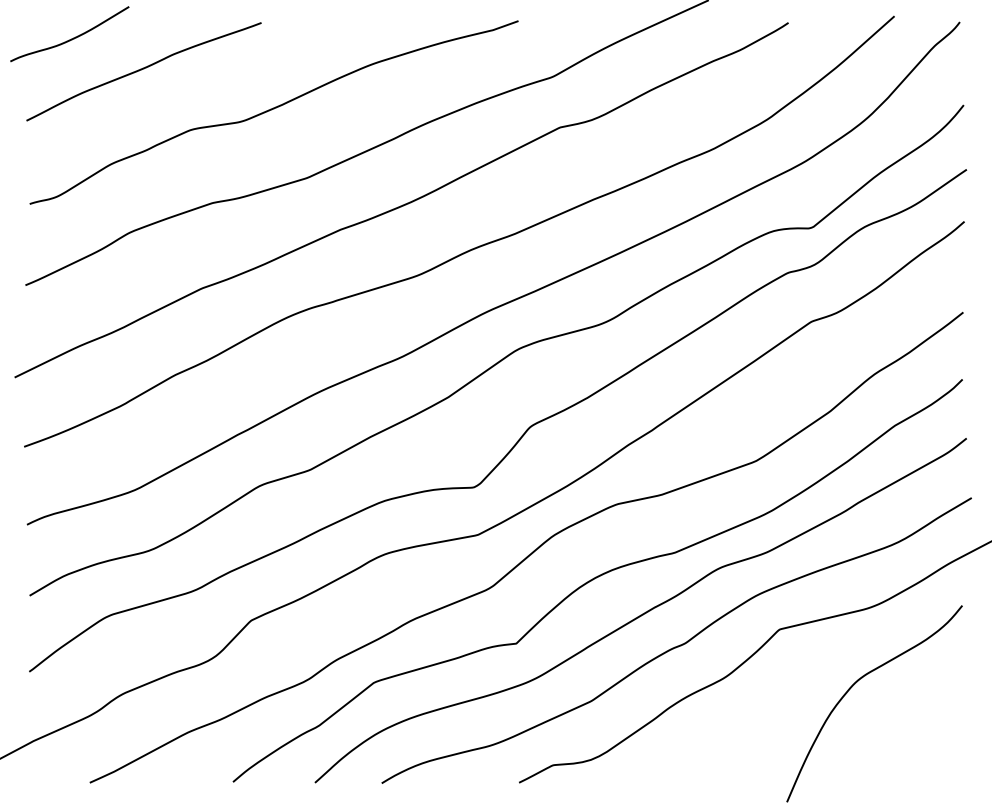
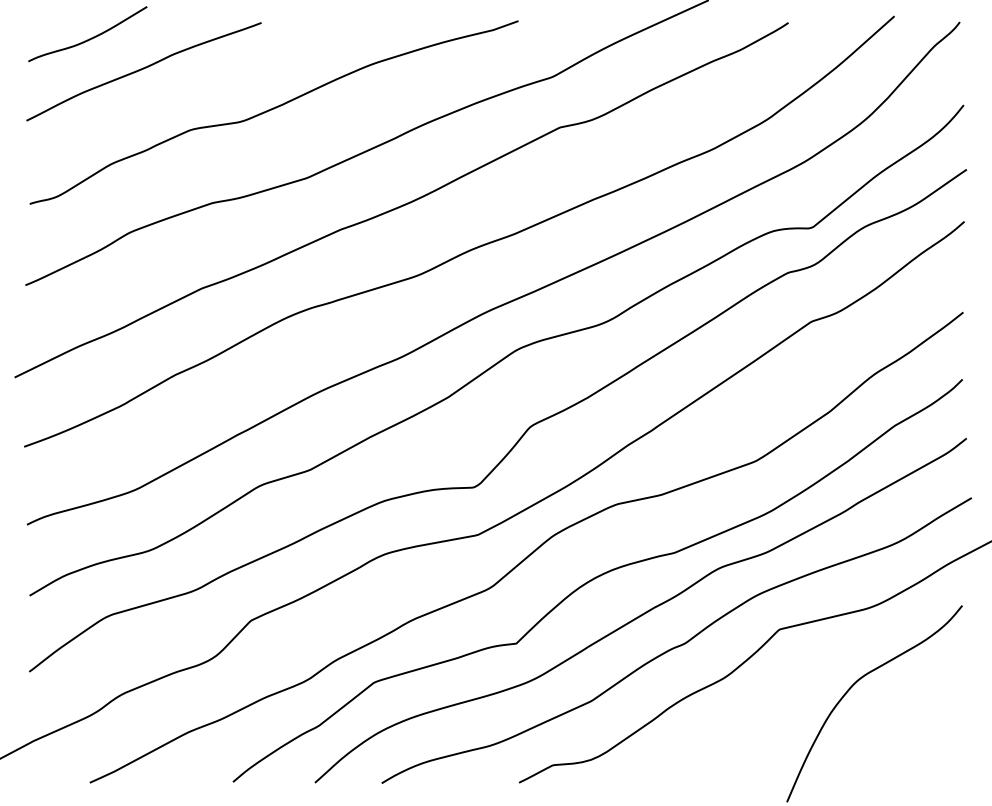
curve at (71, 38) position: (71, 38) -> (89, 38)
